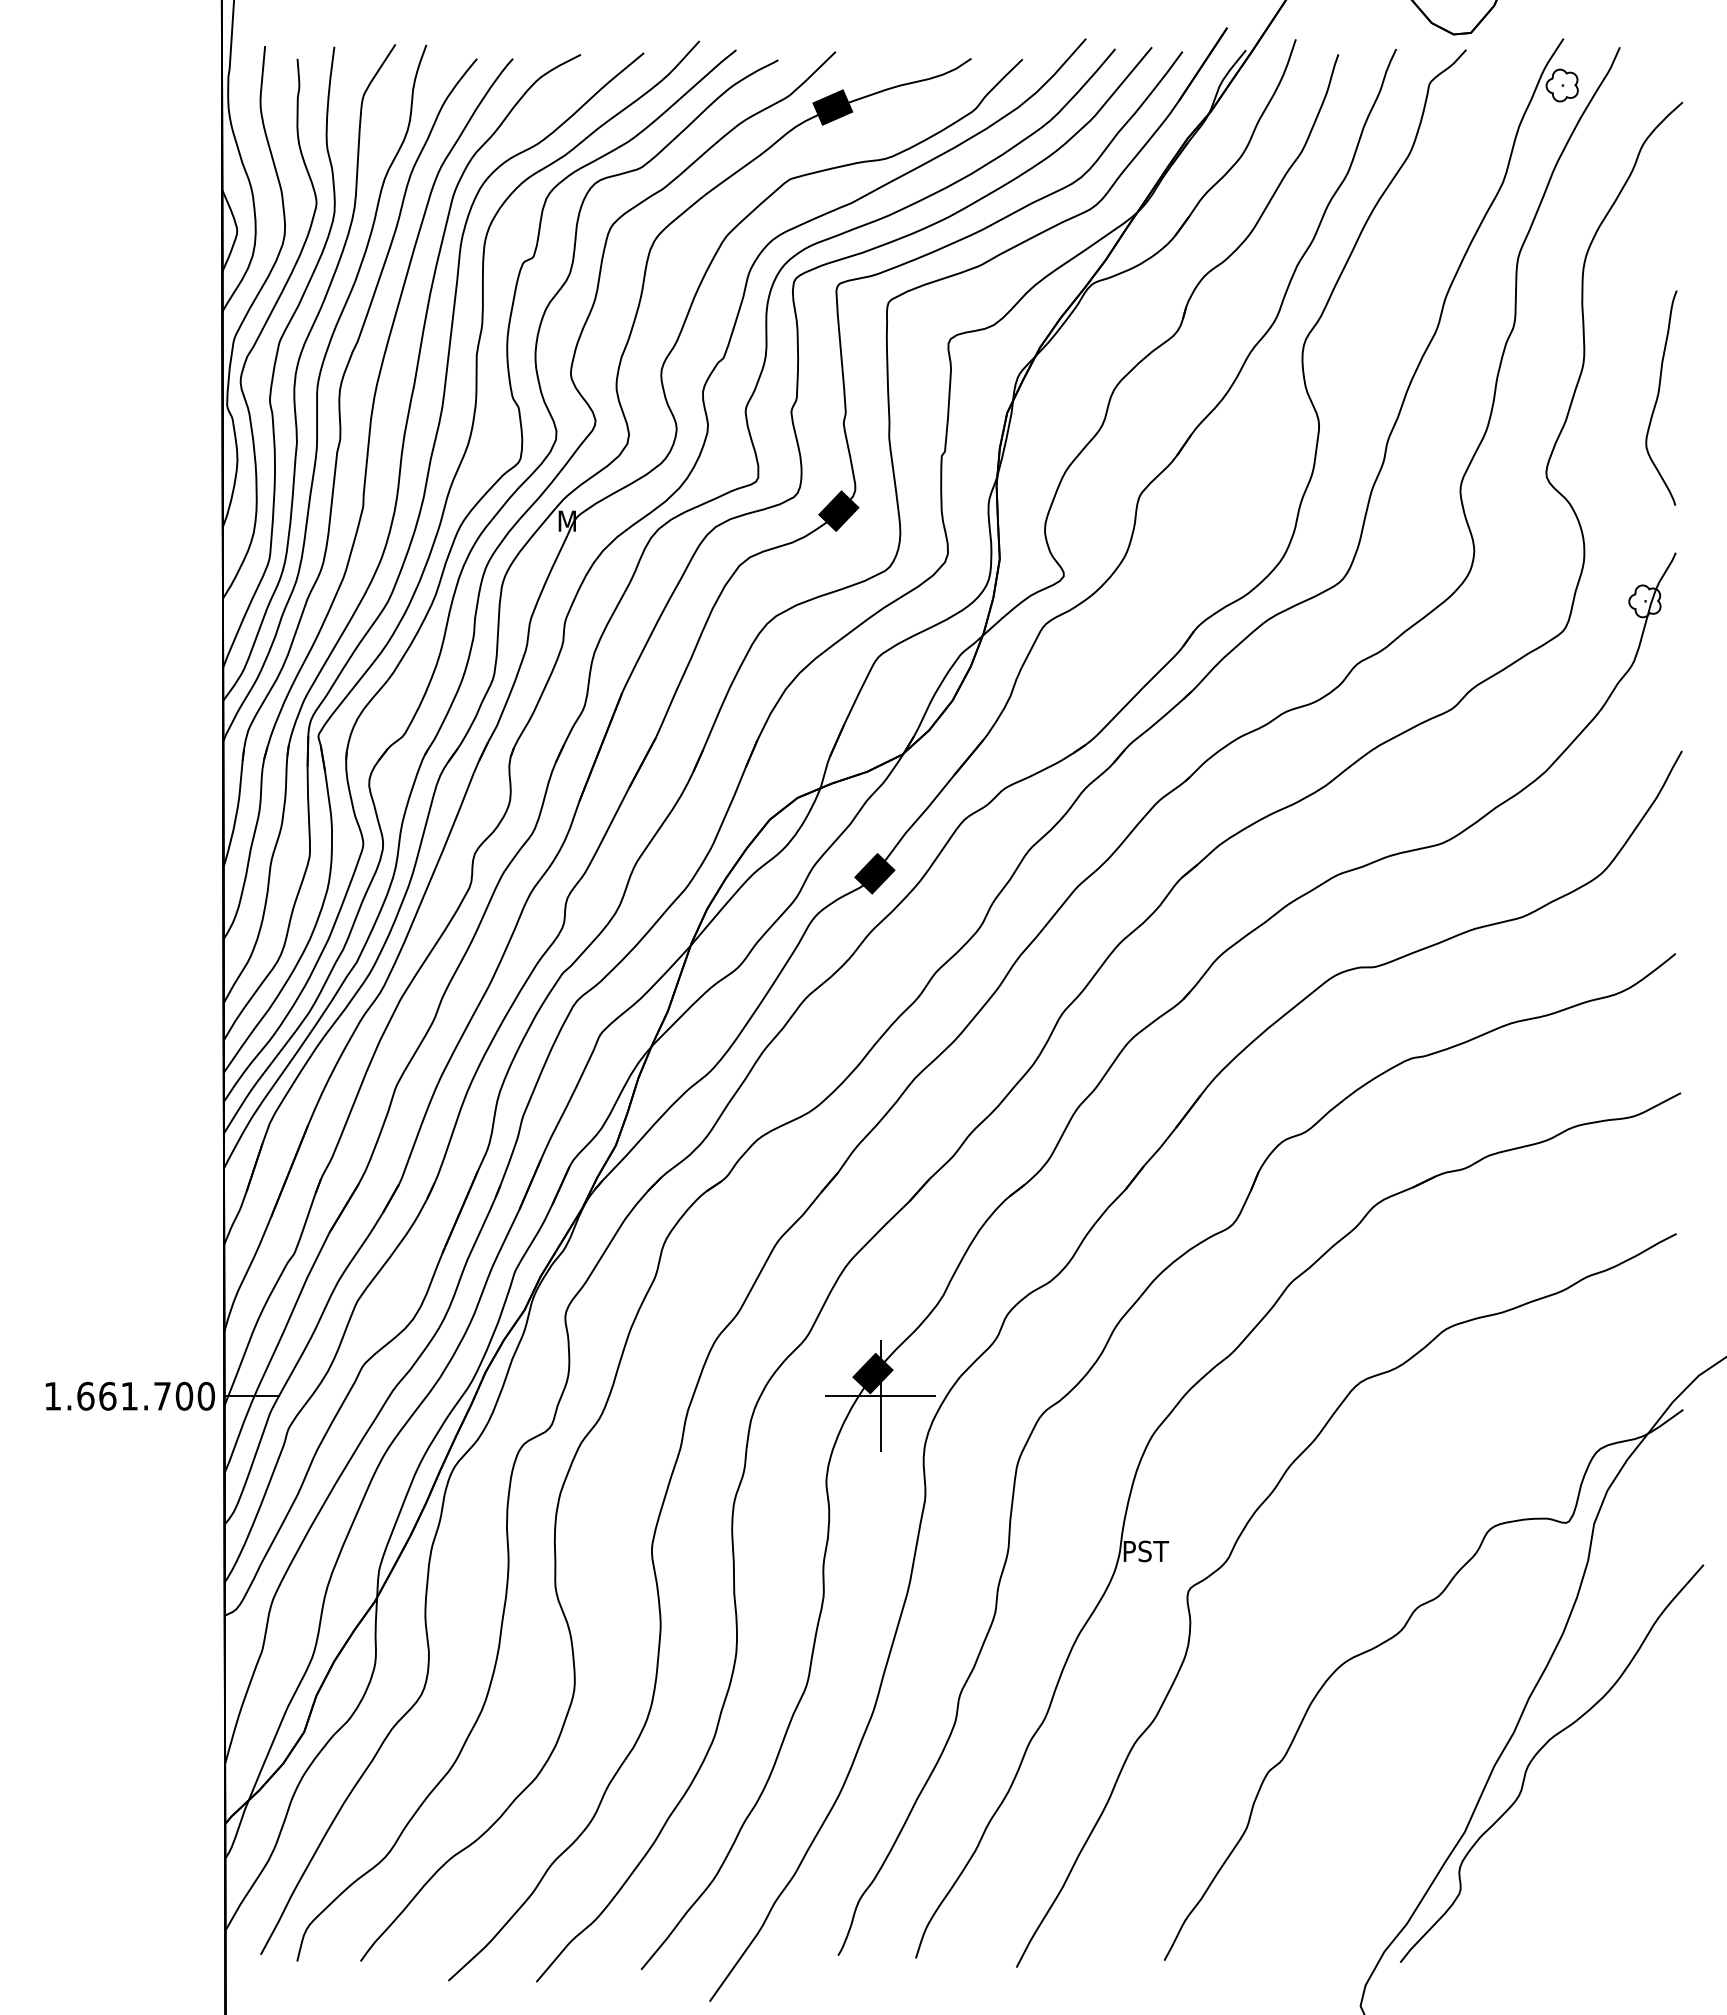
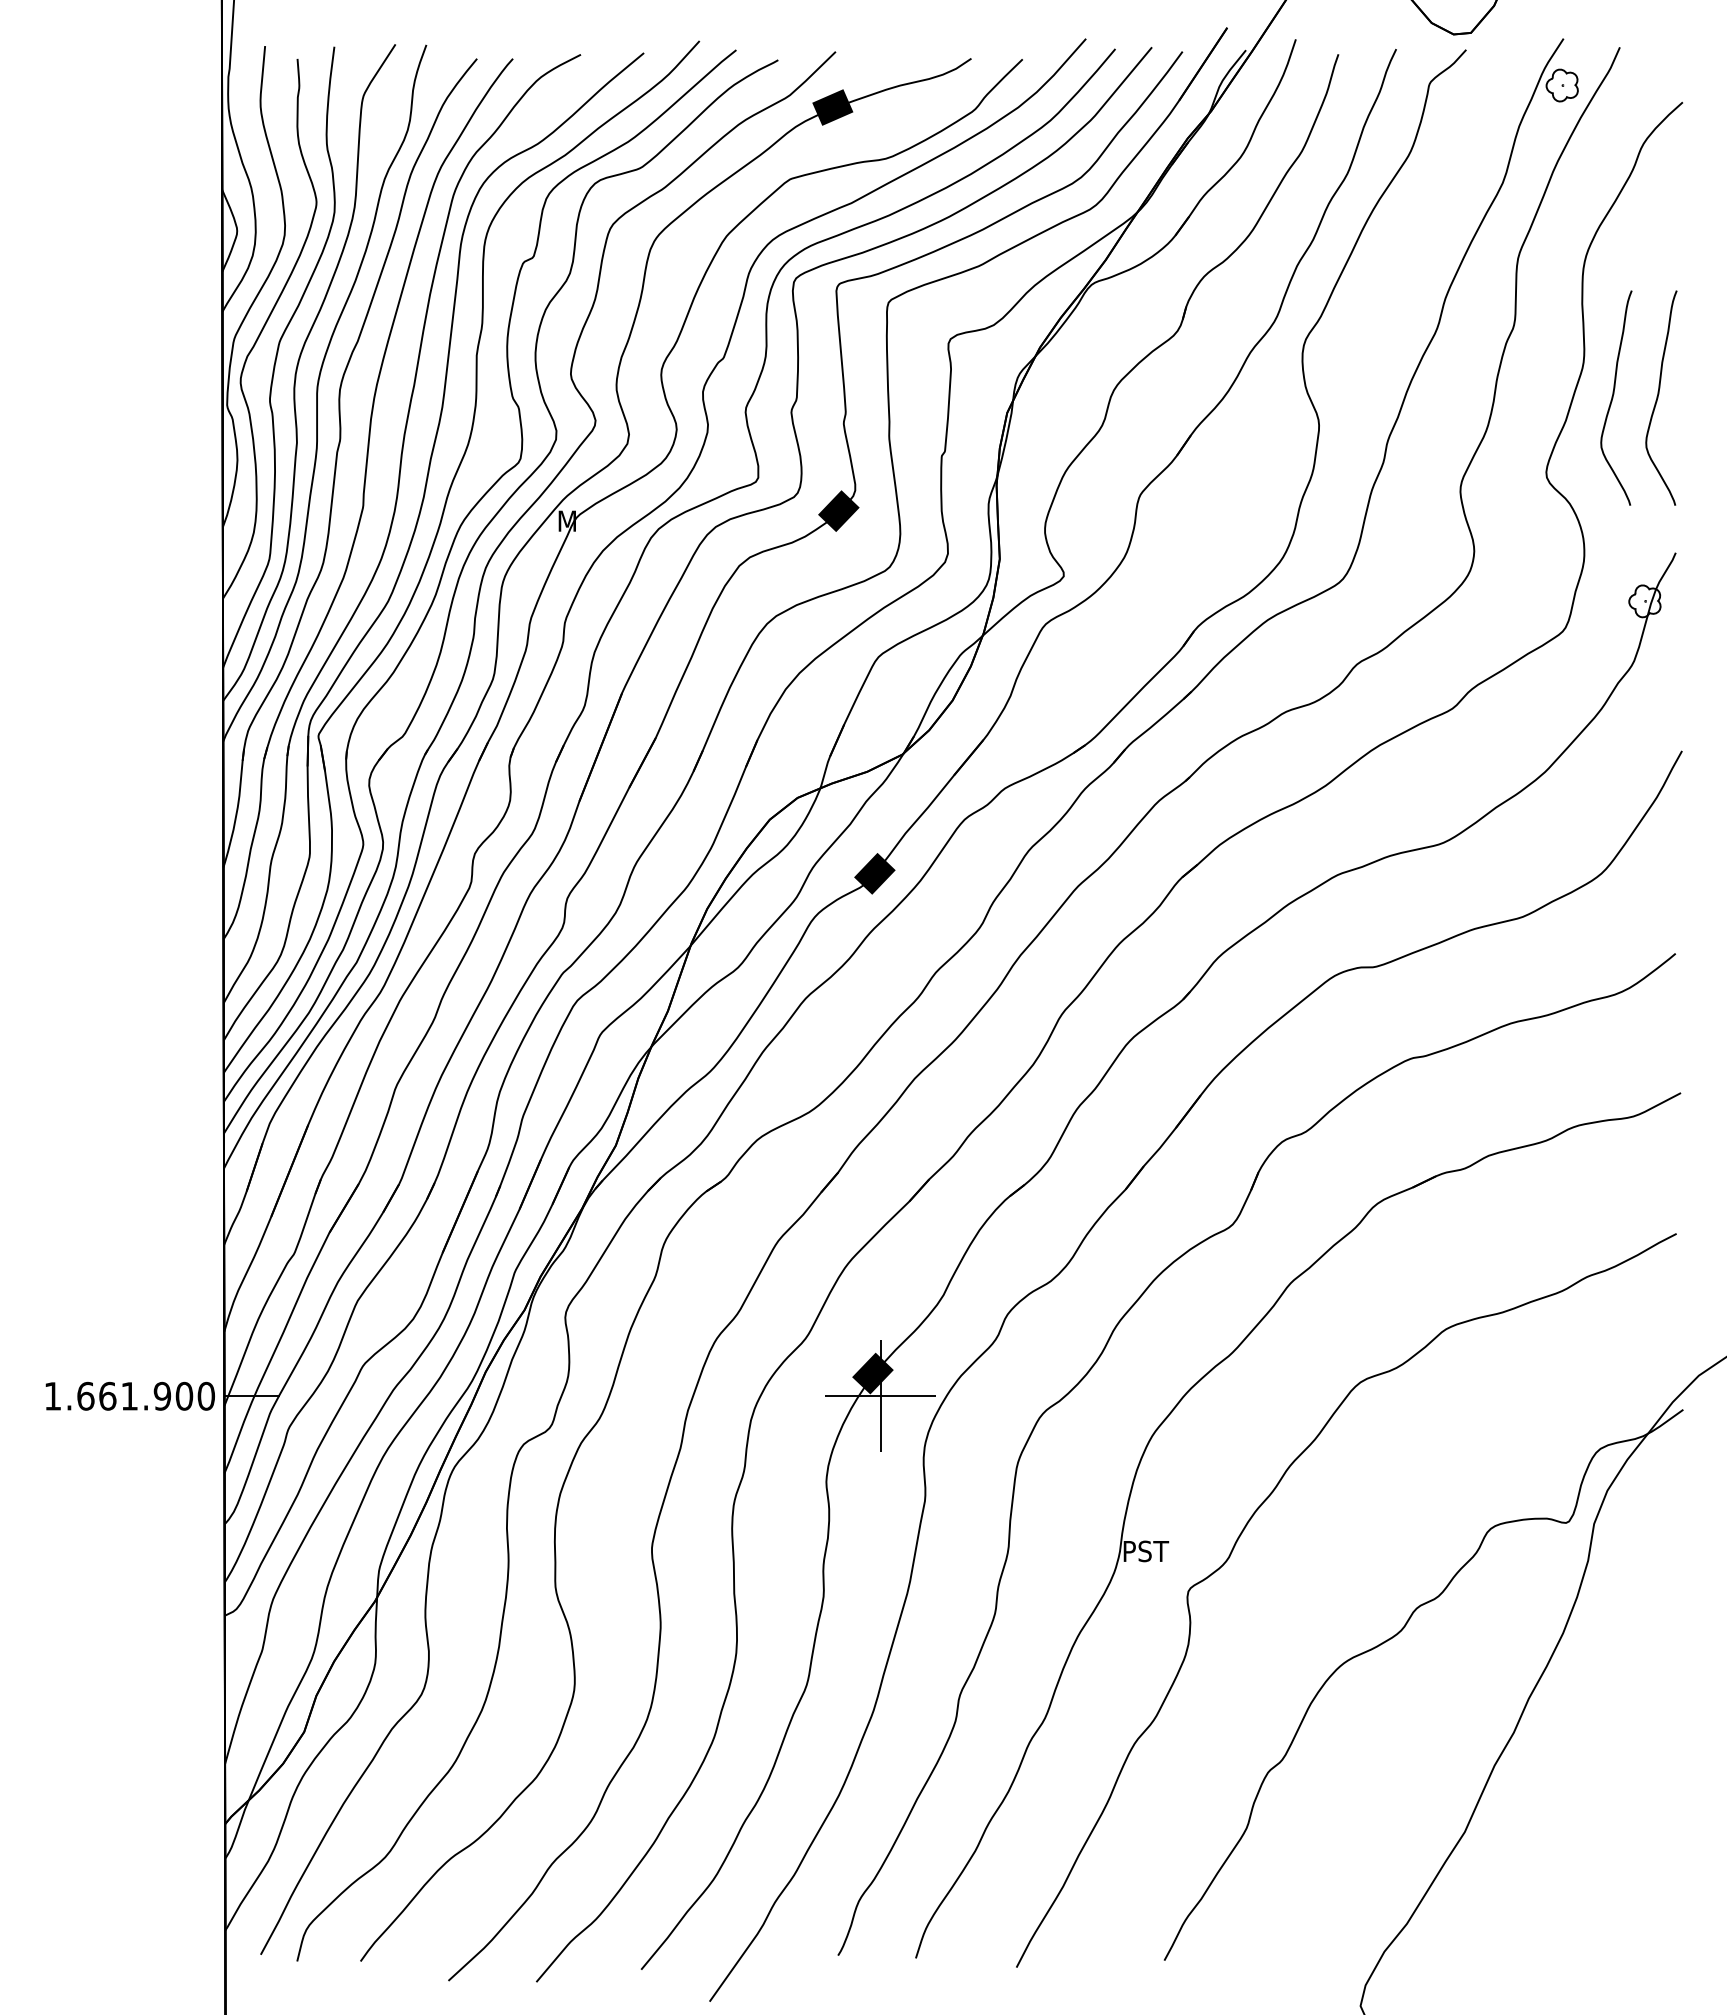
curve at (1613, 397): none -> present
text at (162, 1395): 1.661.700 -> 1.661.900
curve at (1539, 1752): present -> none
